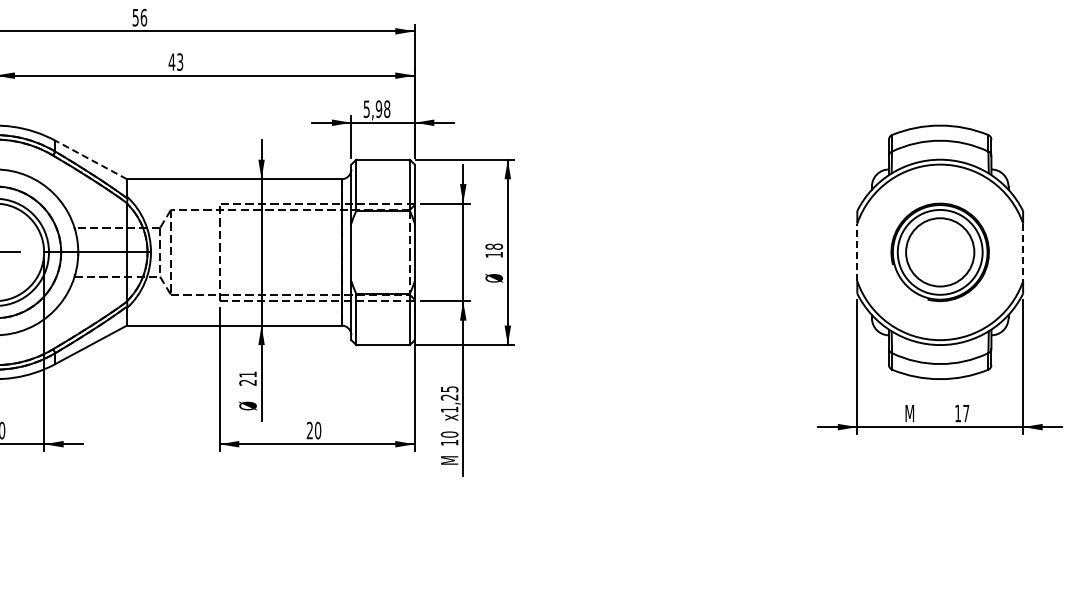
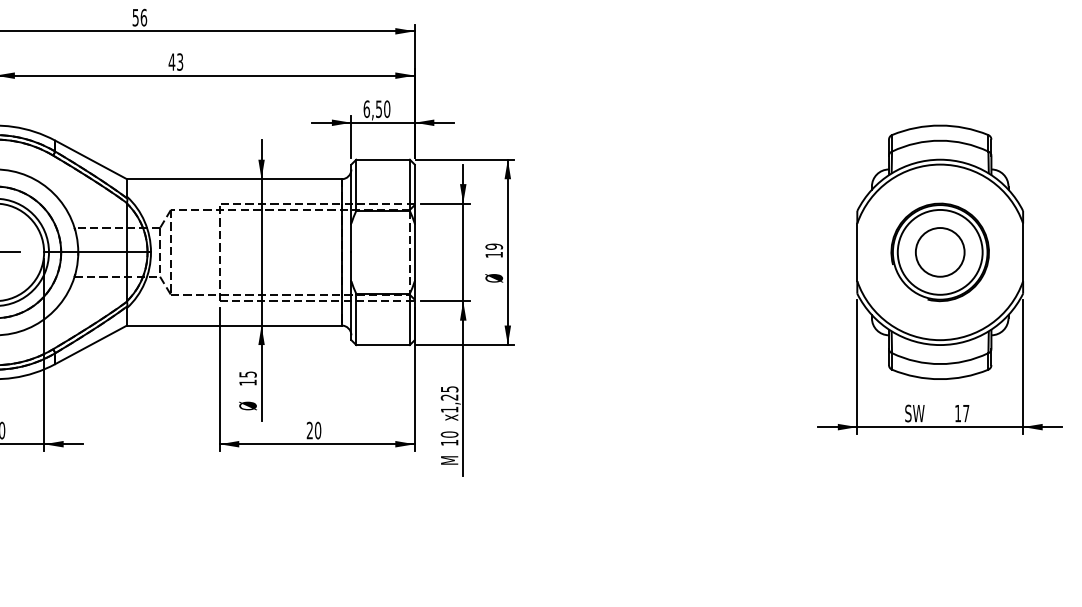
text at (376, 108): 5,98 -> 6,50
line at (91, 159): dashed -> solid
text at (494, 246): 18 -> 19
line at (857, 252): dashed -> solid
circle at (940, 252) diameter: 68 px -> 49 px
line at (1023, 252): dashed -> solid
text at (247, 378): 21 -> 15
text at (914, 413): M -> SW
